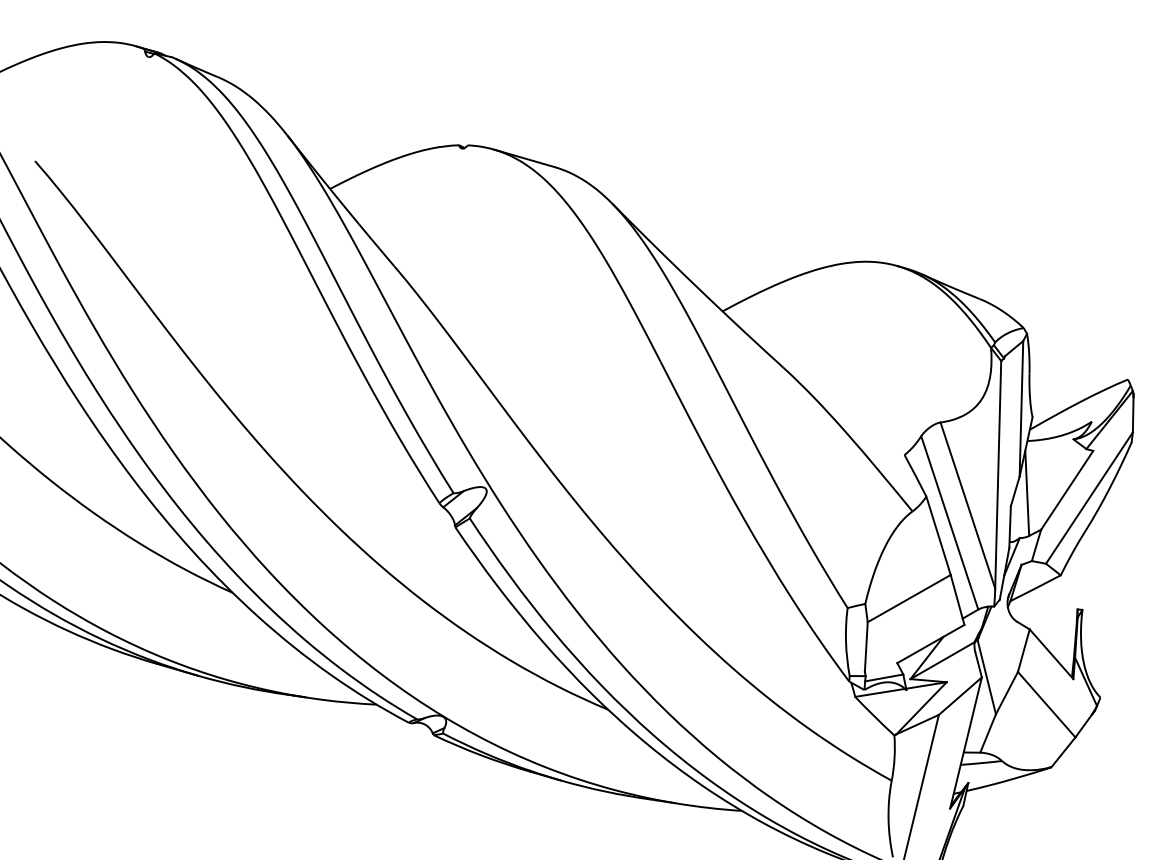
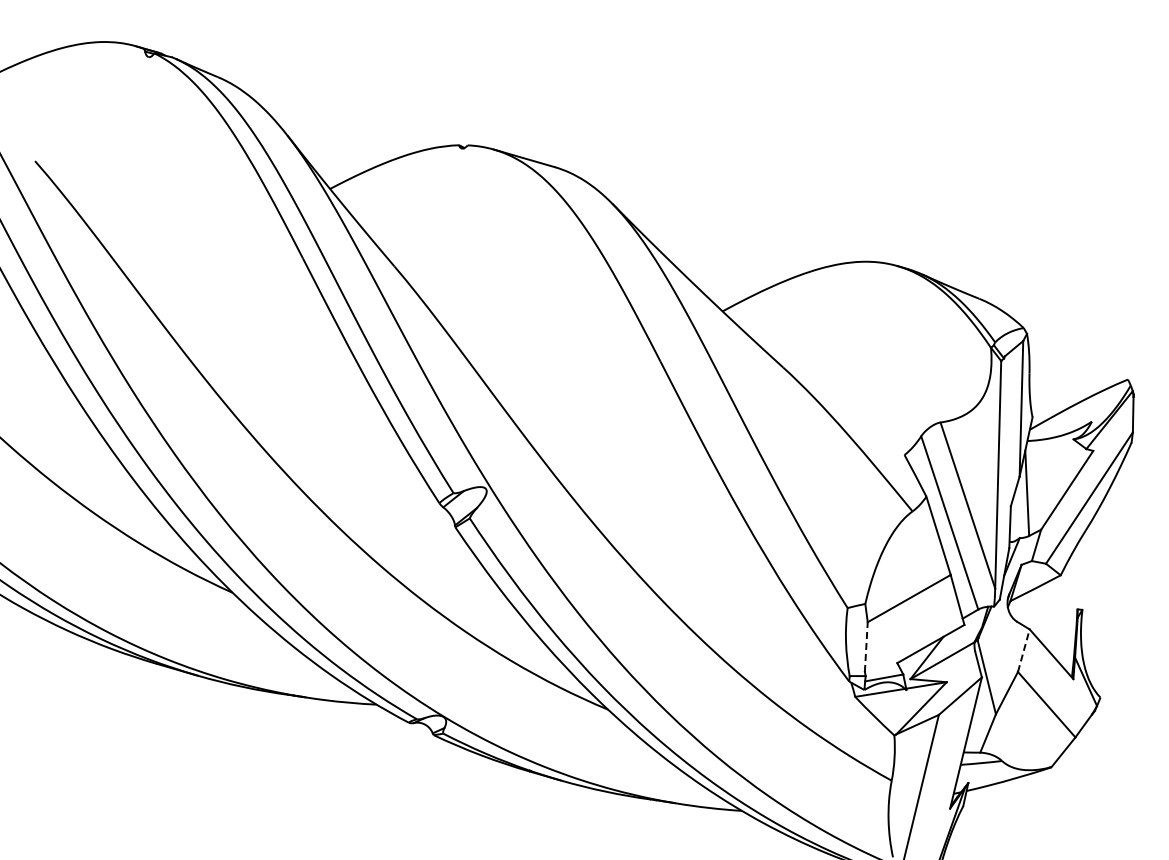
line at (866, 647): solid -> dashed
line at (1023, 650): solid -> dashed
